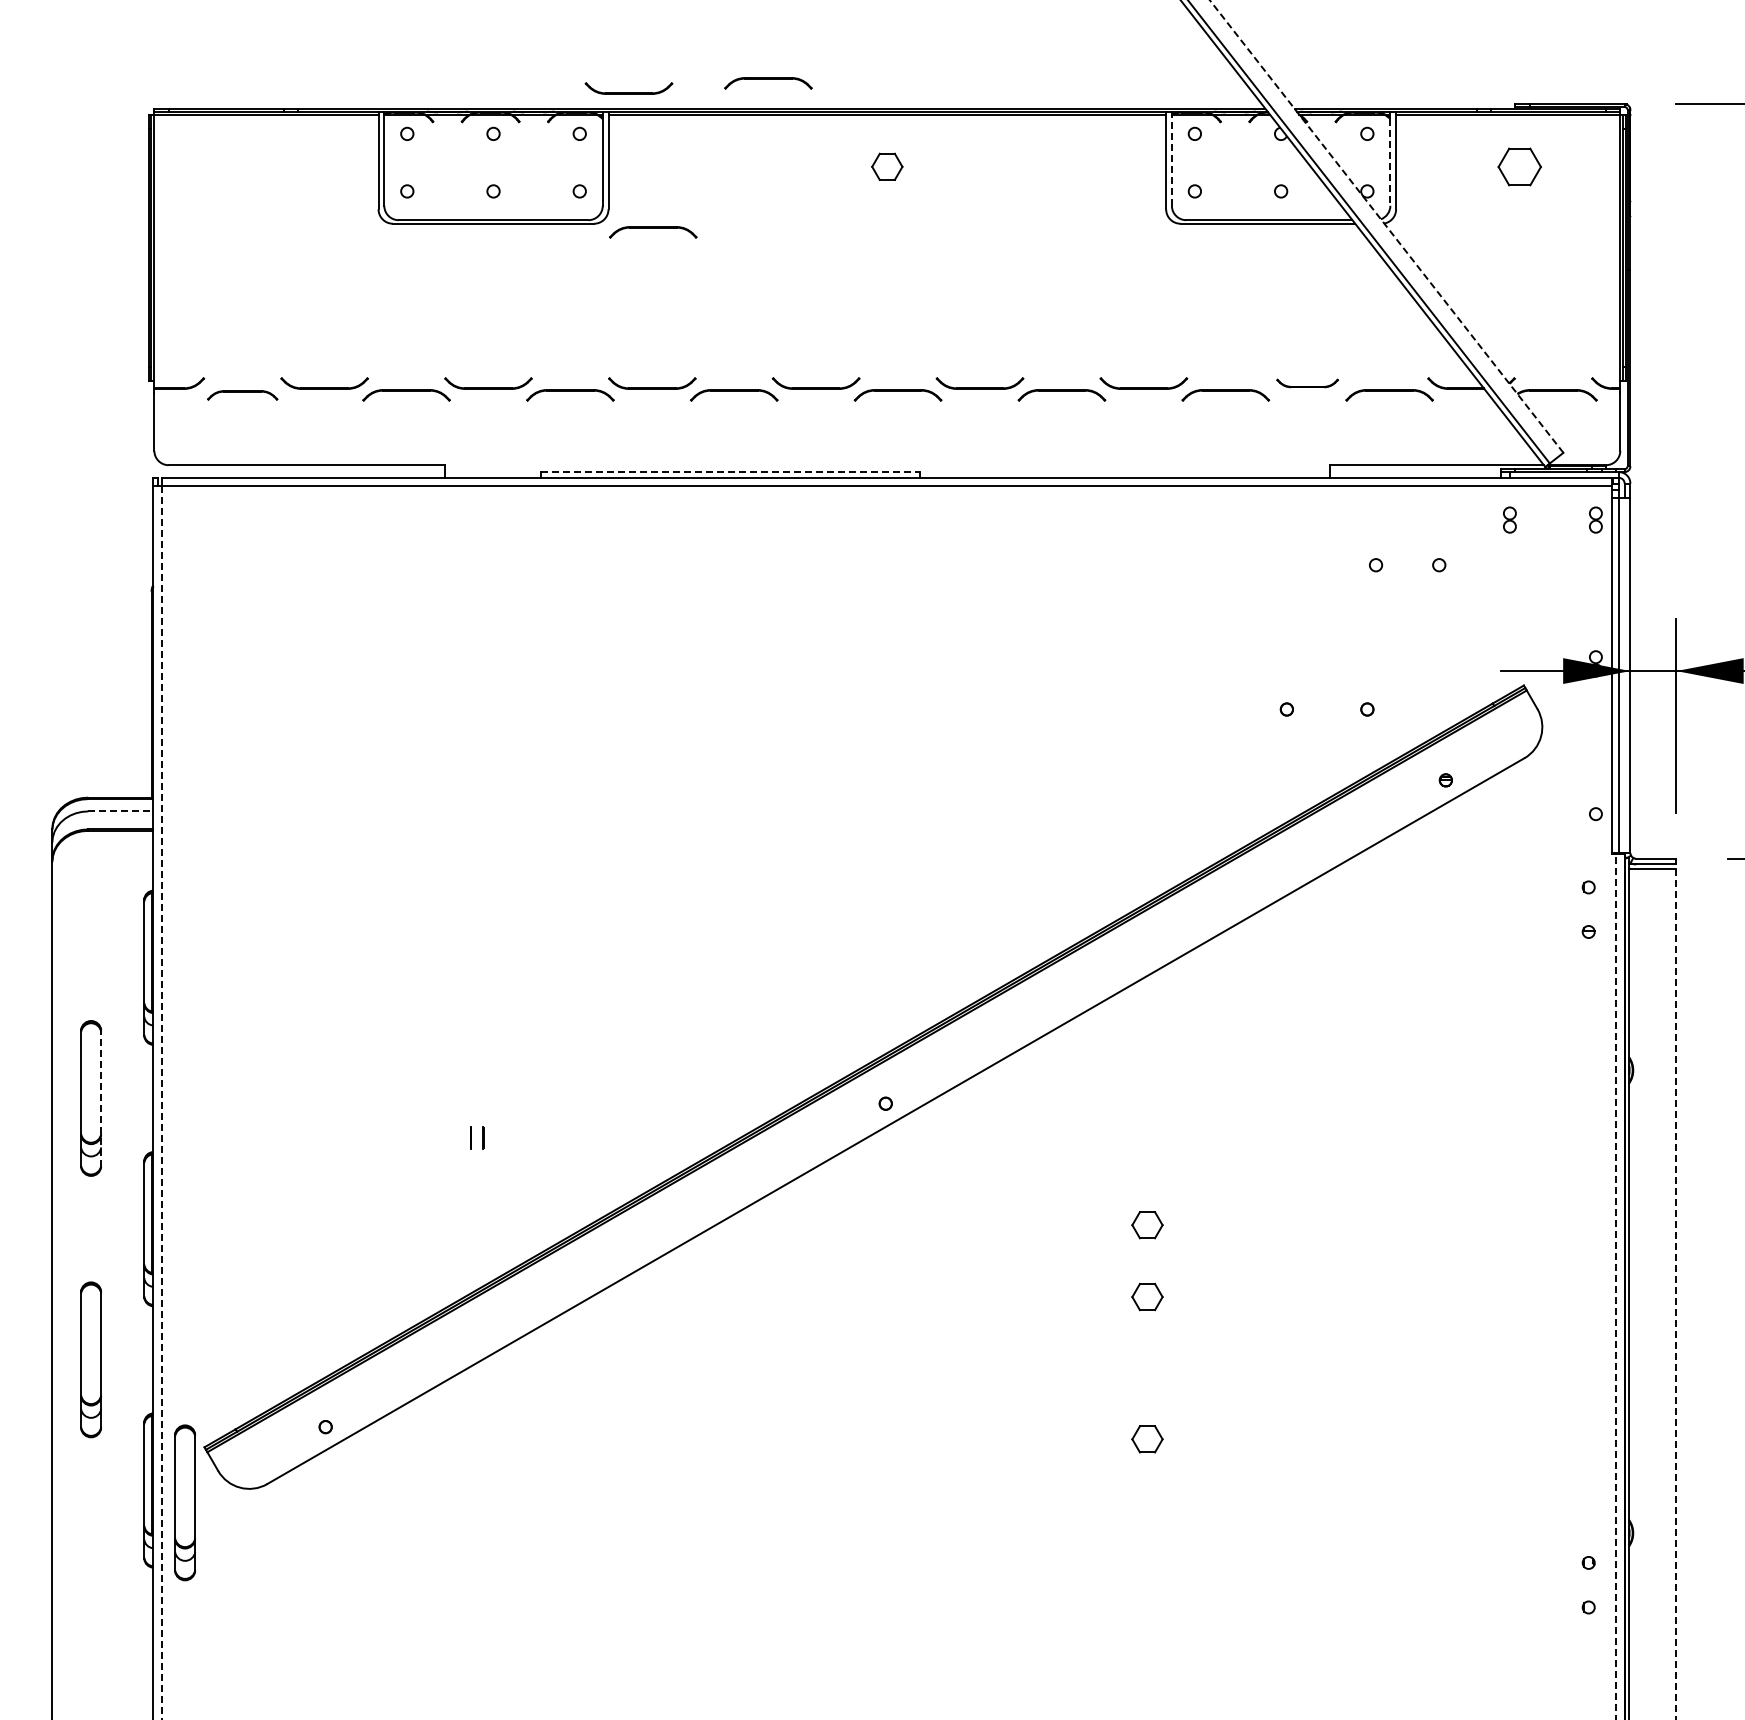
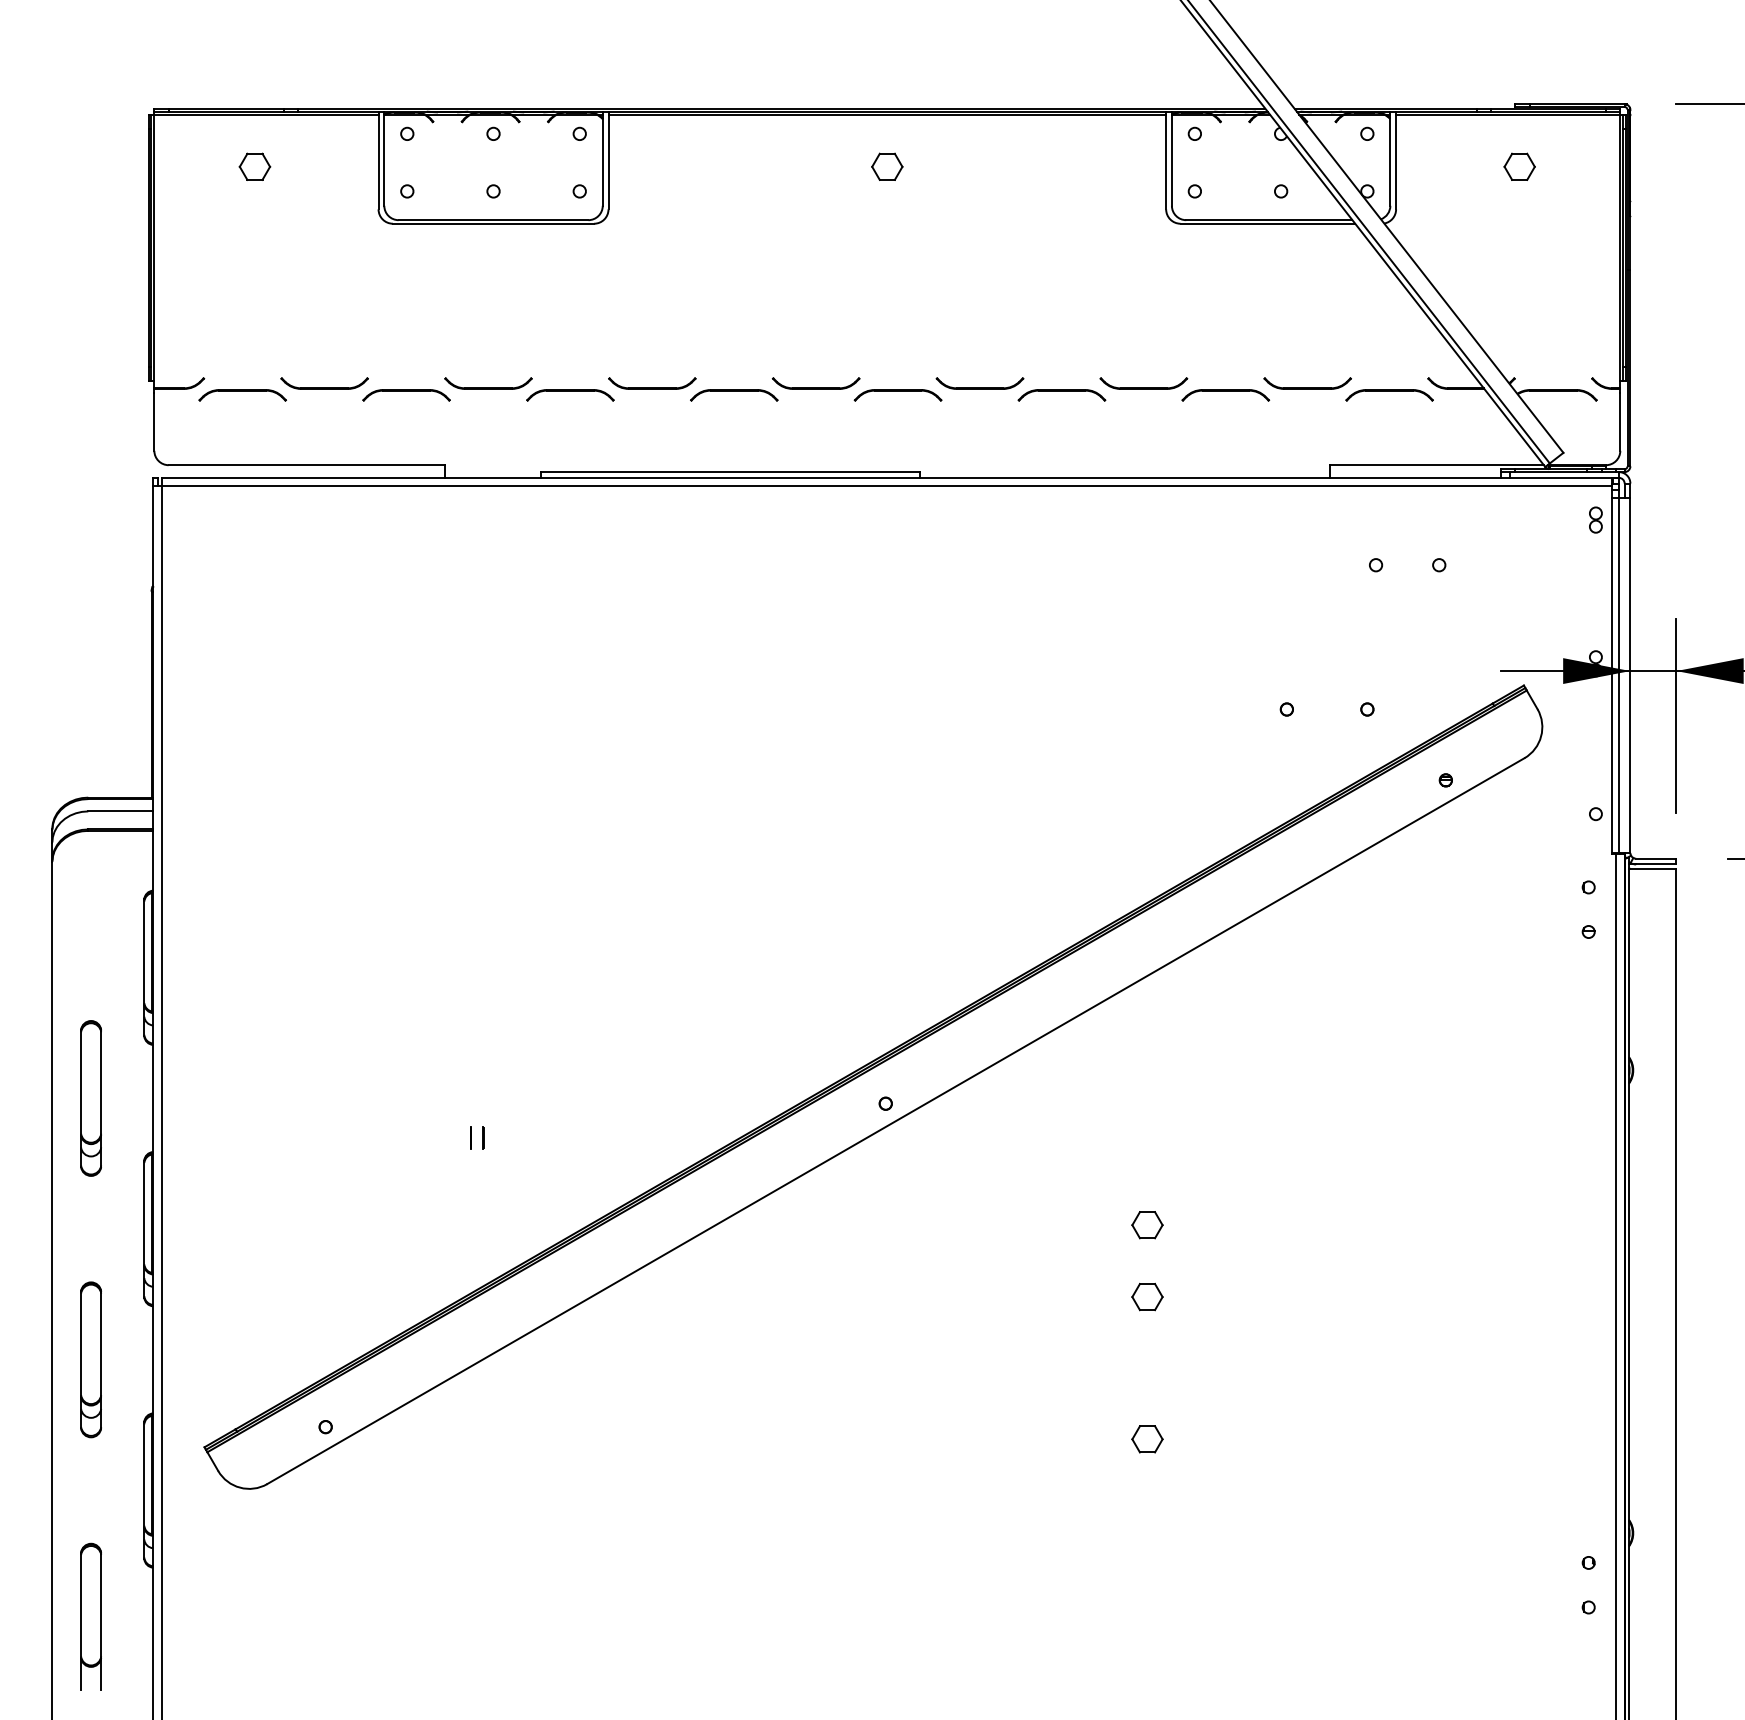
part at (768, 83): present -> none
part at (628, 88): present -> none
line at (1171, 160): dashed -> solid
line at (1390, 162): dashed -> solid
part at (254, 166): none -> present
part at (1519, 166) size: 45x40 px -> 33x29 px
line at (1386, 226): dashed -> solid
part at (653, 232): present -> none
part at (1307, 383) size: 63x11 px -> 89x13 px
part at (242, 395) size: 72x11 px -> 89x13 px
line at (730, 472): dashed -> solid
part at (1509, 519): present -> none
line at (121, 811): dashed -> solid
line at (101, 1097): dashed -> solid
line at (161, 1103): dashed -> solid
line at (1616, 1286): dashed -> solid
line at (1676, 1294): dashed -> solid
part at (184, 1502): present -> none
part at (90, 1616): none -> present
